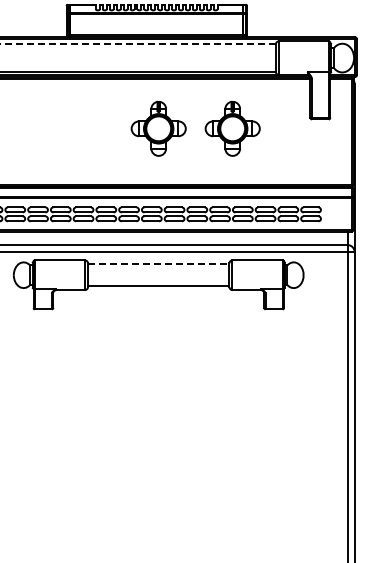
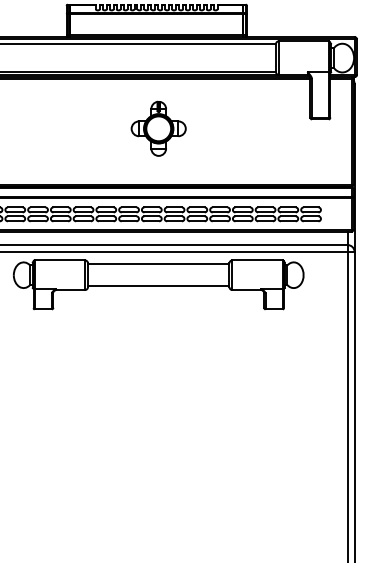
line at (137, 44): dashed -> solid
part at (232, 128): present -> none
line at (158, 264): dashed -> solid
